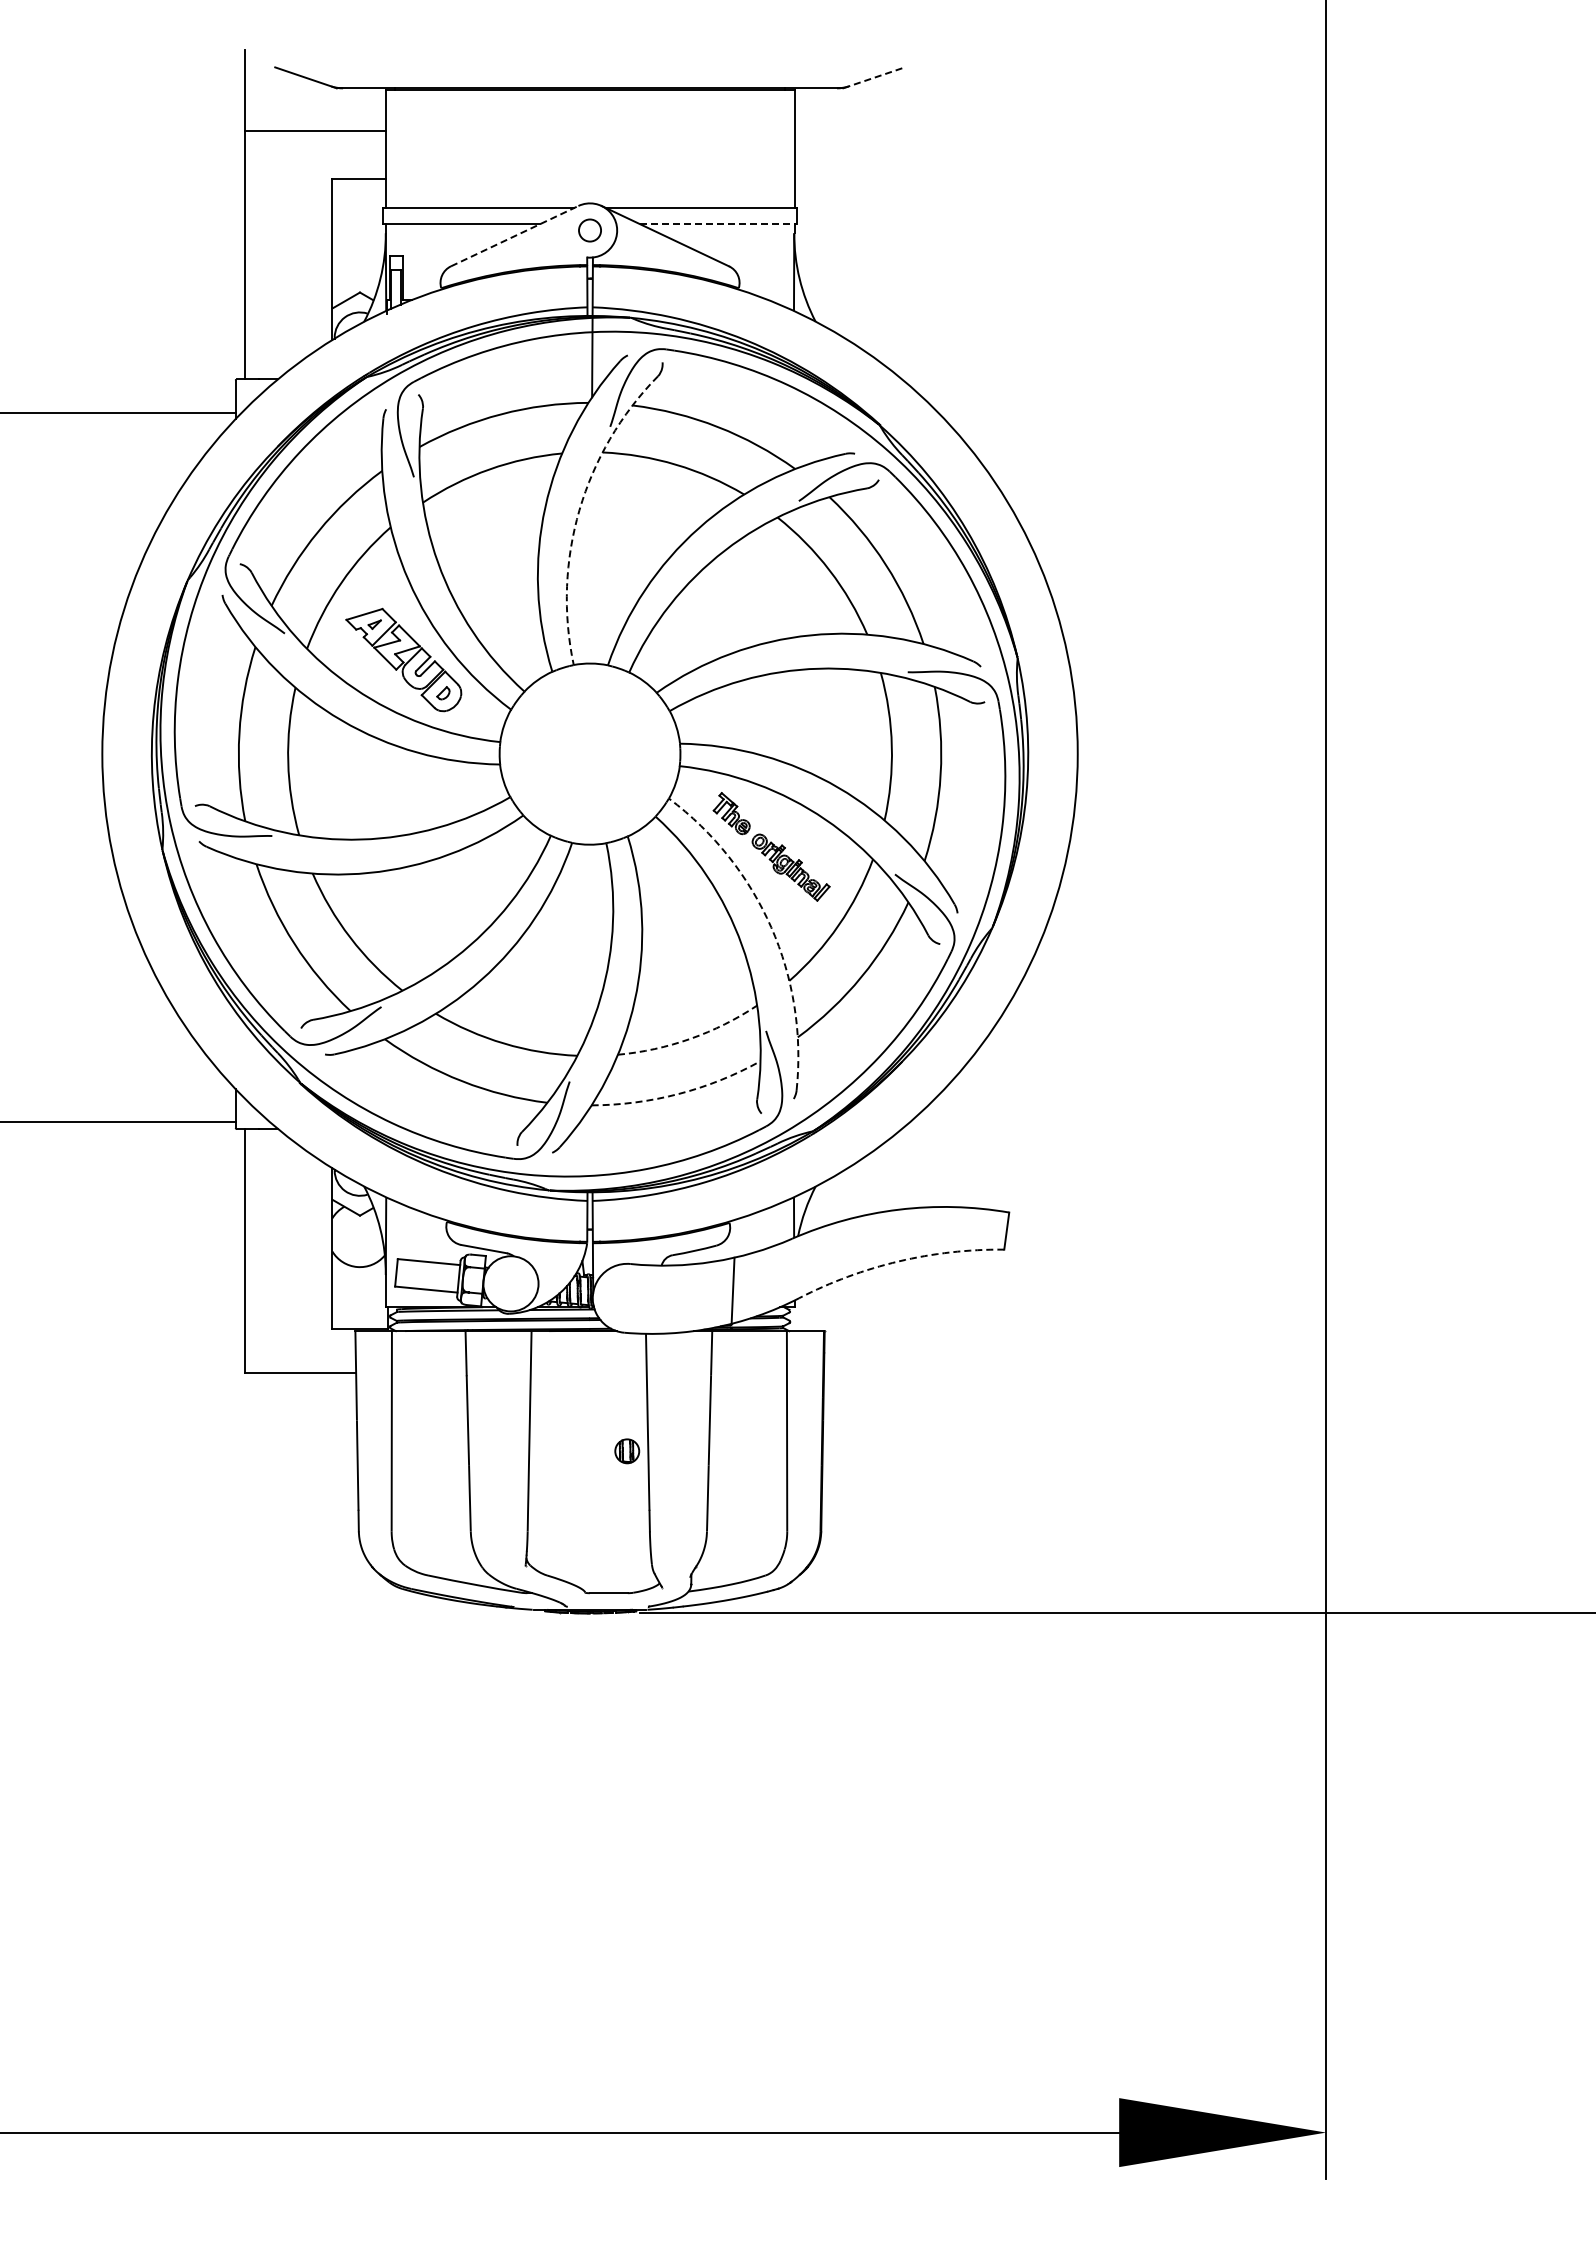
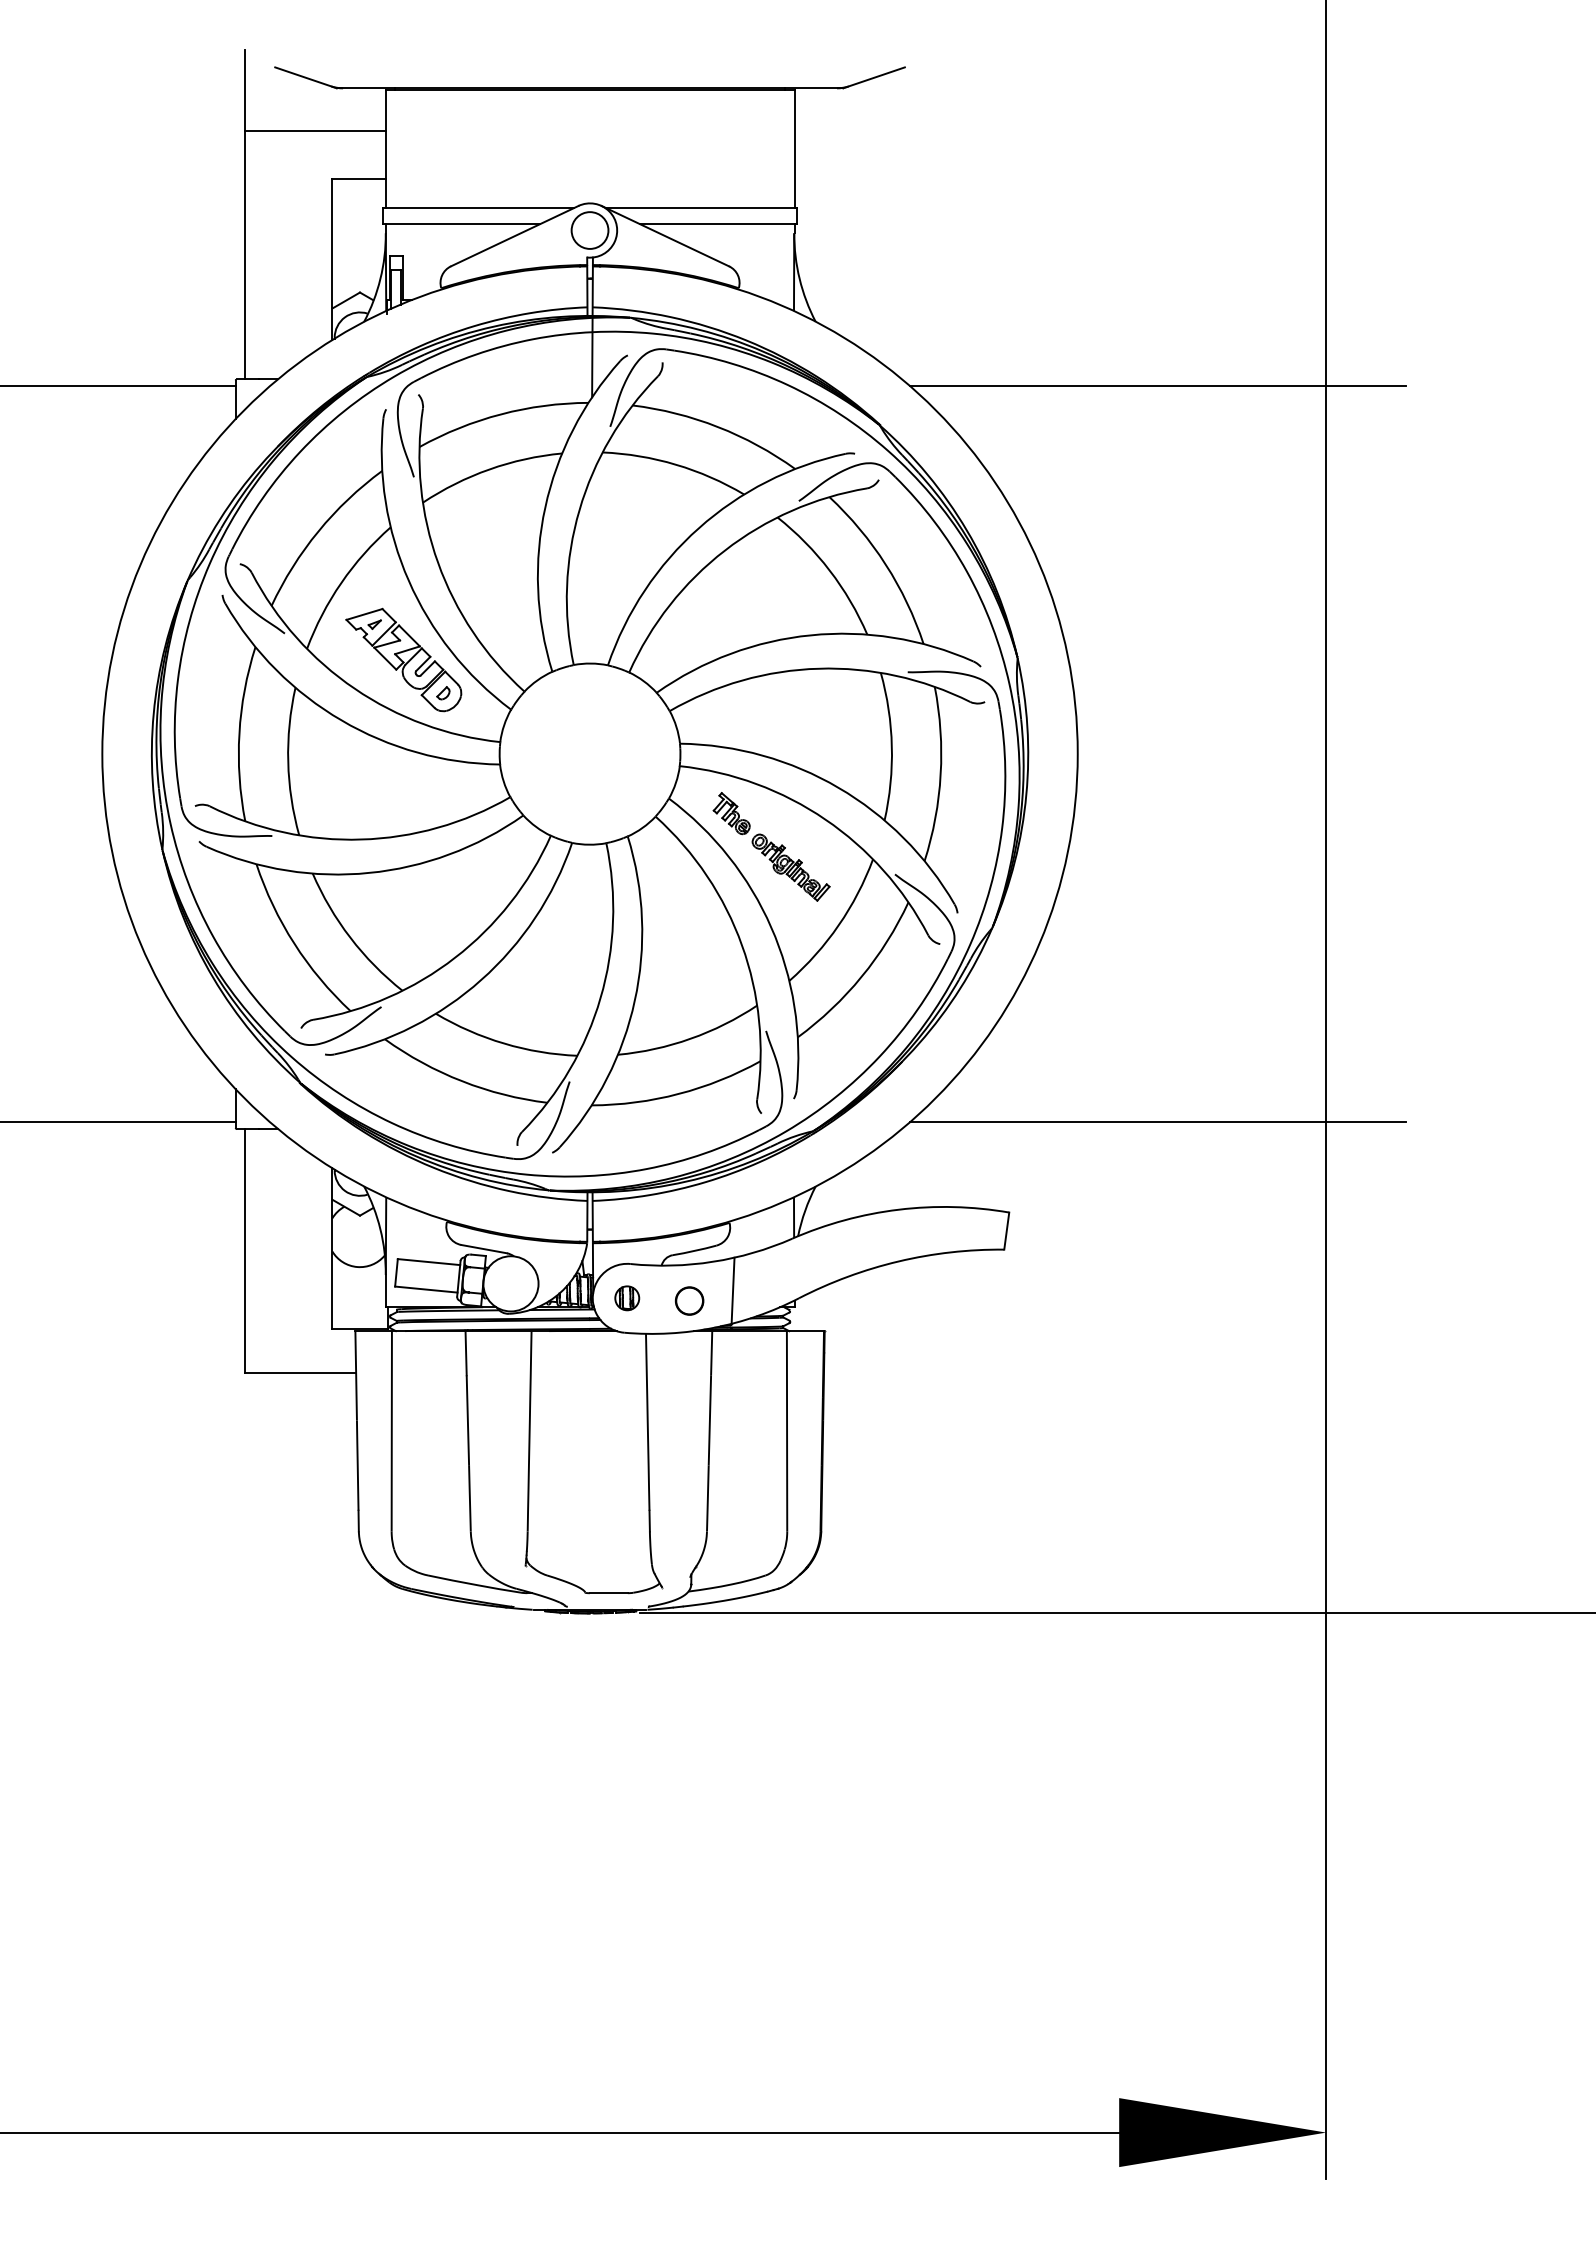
line at (874, 77): dashed -> solid
line at (718, 224): dashed -> solid
circle at (590, 230) diameter: 22 px -> 37 px
line at (515, 235): dashed -> solid
line at (1157, 386): none -> present
line at (118, 413) position: (118, 413) -> (118, 386)
arc at (579, 510): dashed -> solid
arc at (771, 927): dashed -> solid
arc at (690, 1038): dashed -> solid
arc at (678, 1093): dashed -> solid
line at (1157, 1122): none -> present
arc at (898, 1261): dashed -> solid
part at (689, 1300): none -> present
part at (627, 1451) position: (627, 1451) -> (627, 1298)
